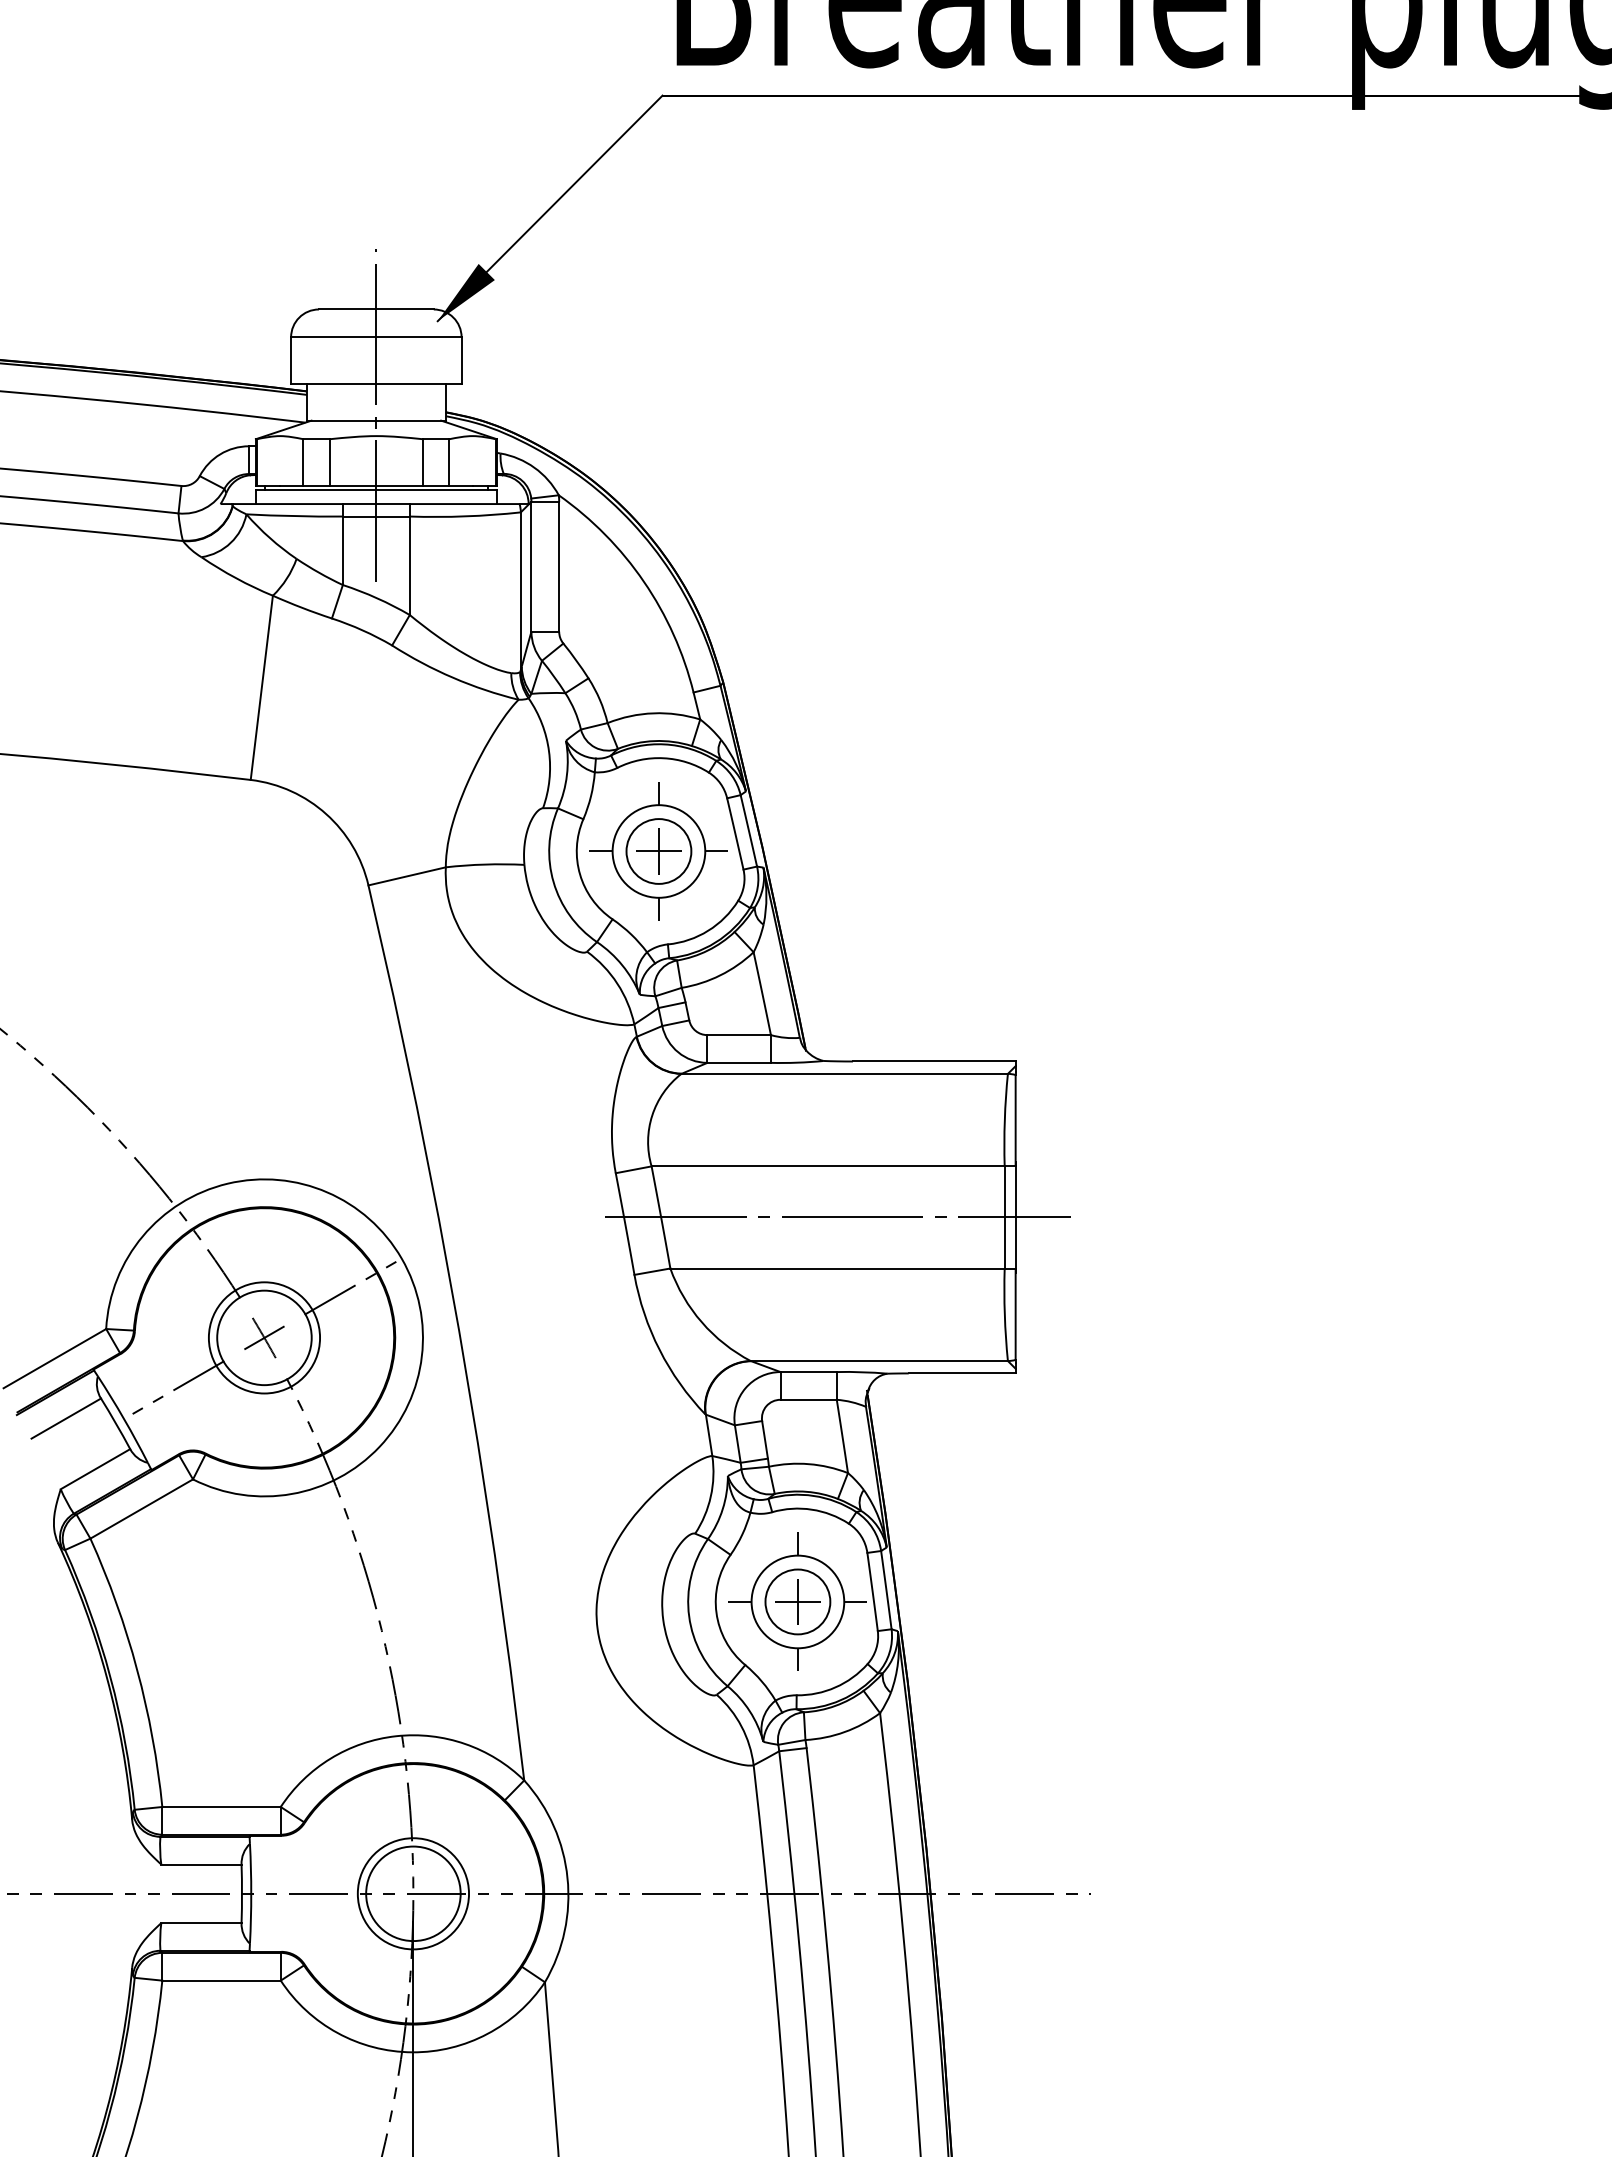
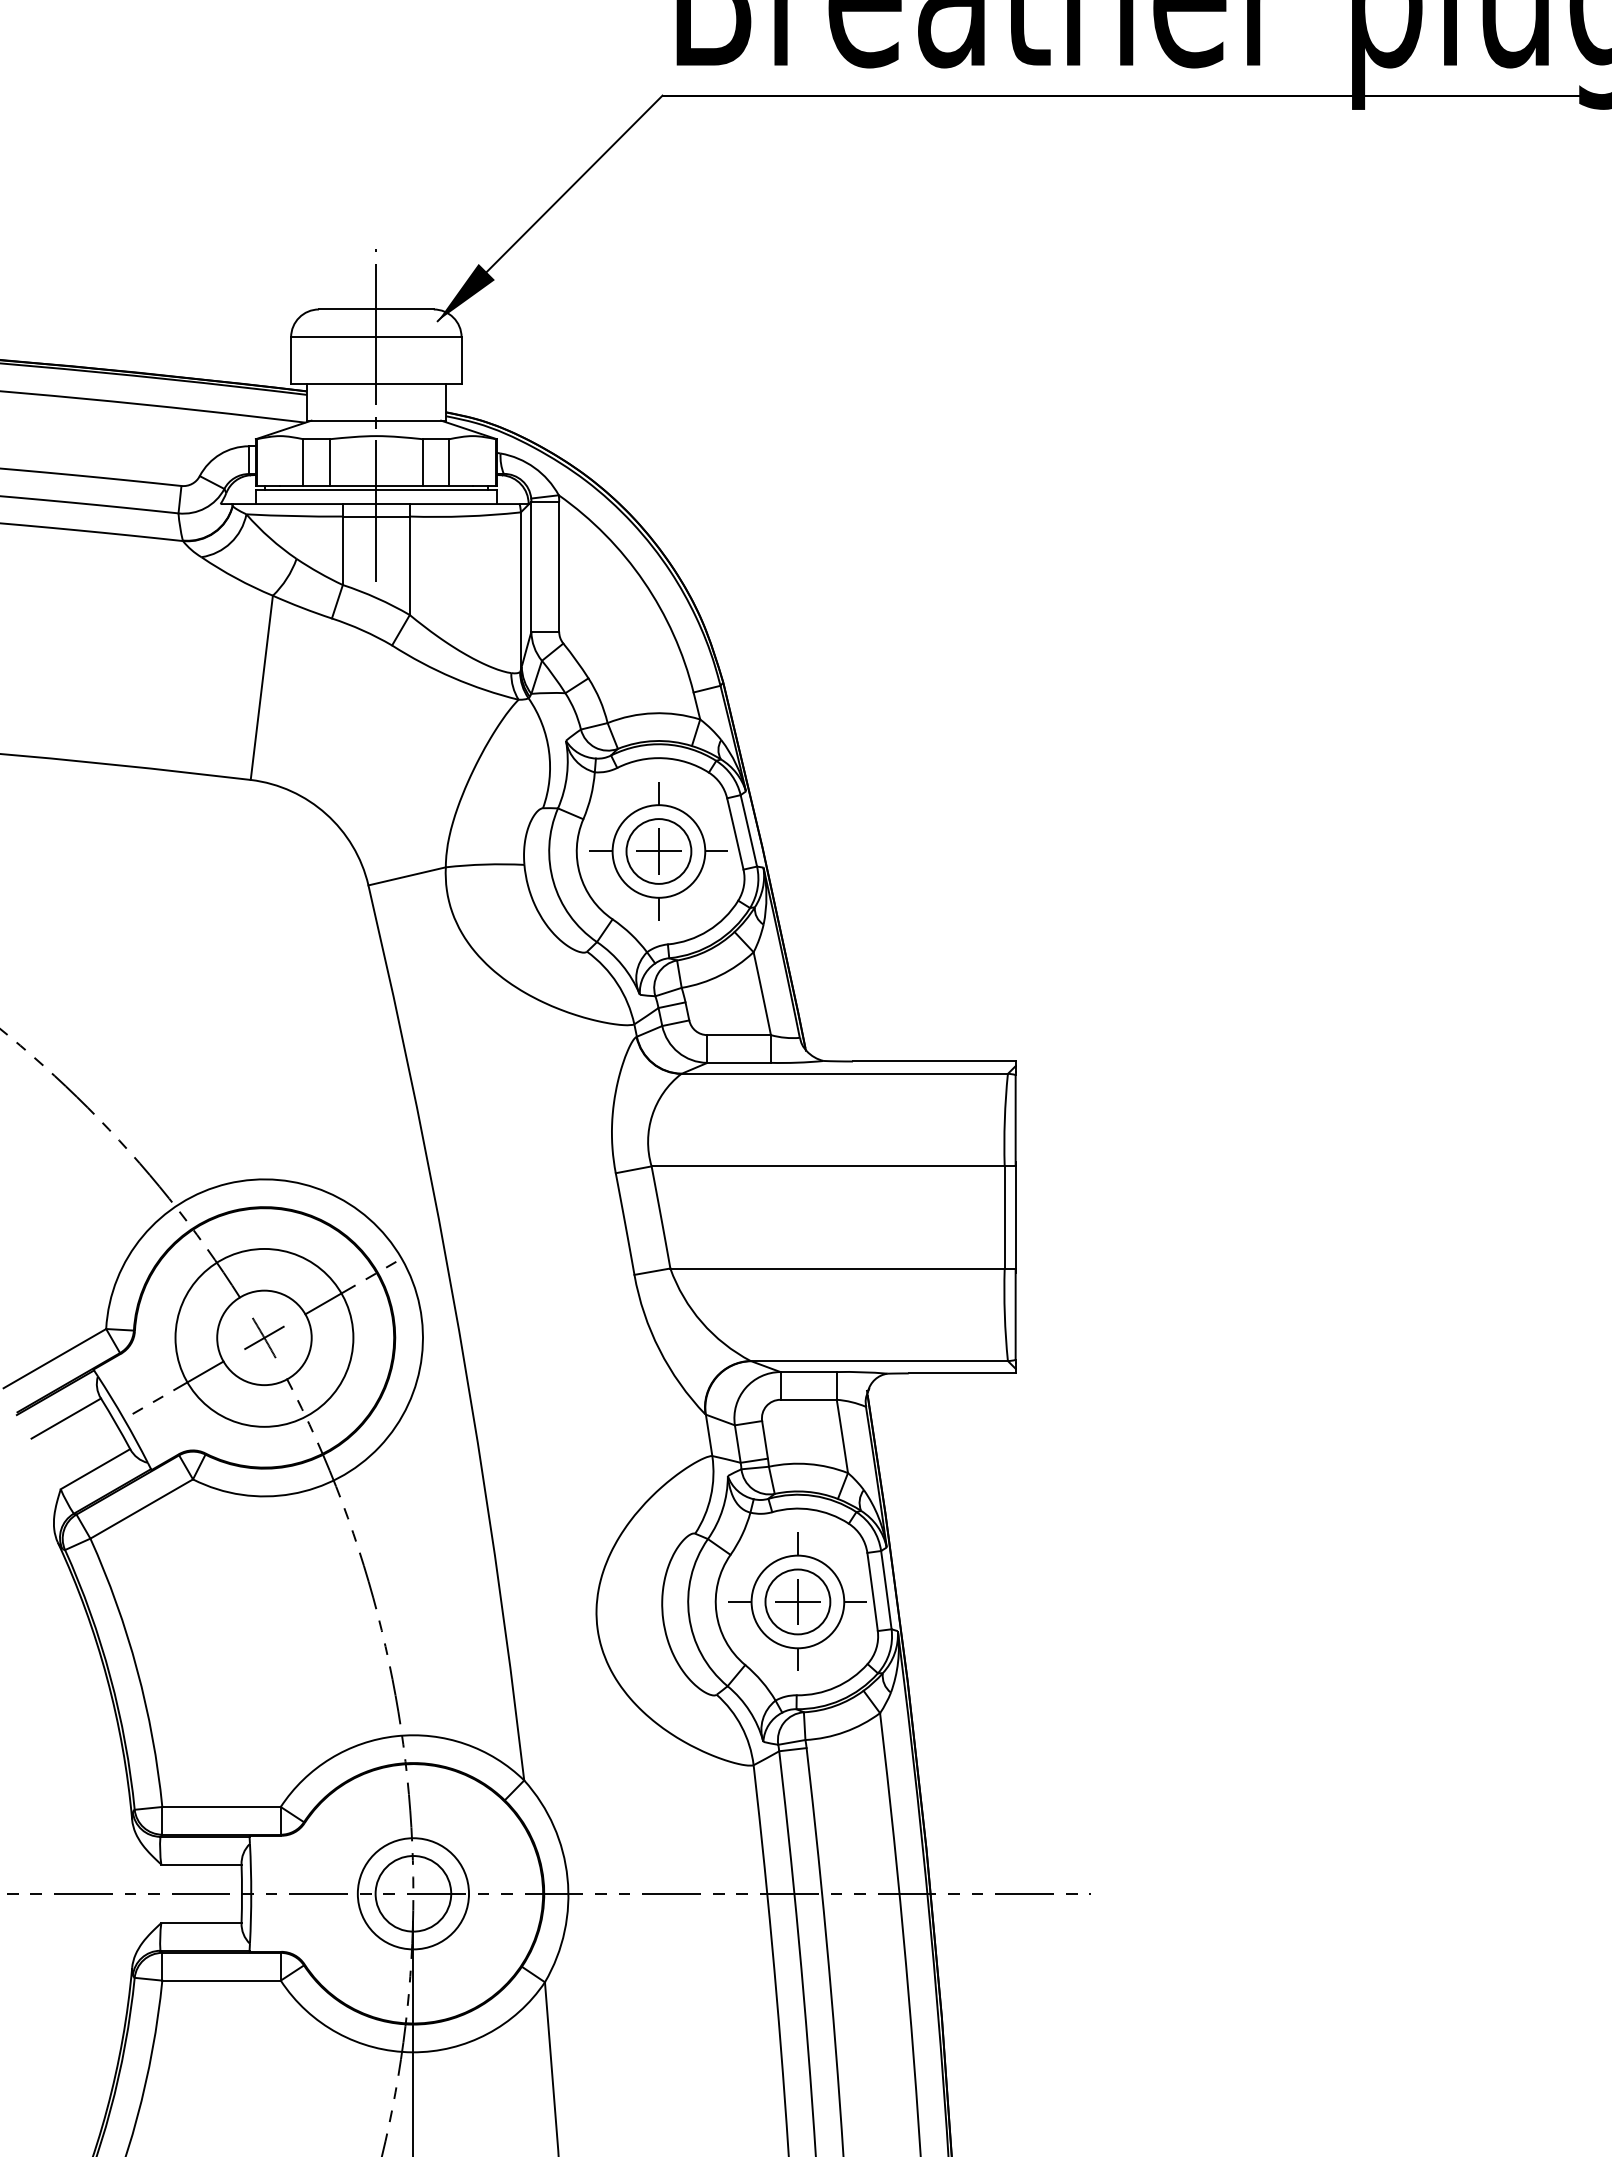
line at (838, 1217): present -> none
circle at (264, 1337) diameter: 111 px -> 178 px
circle at (413, 1893) diameter: 95 px -> 76 px
